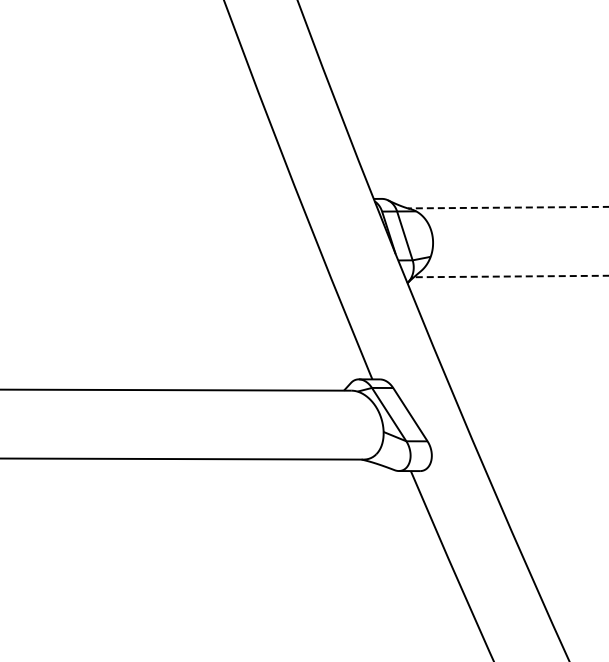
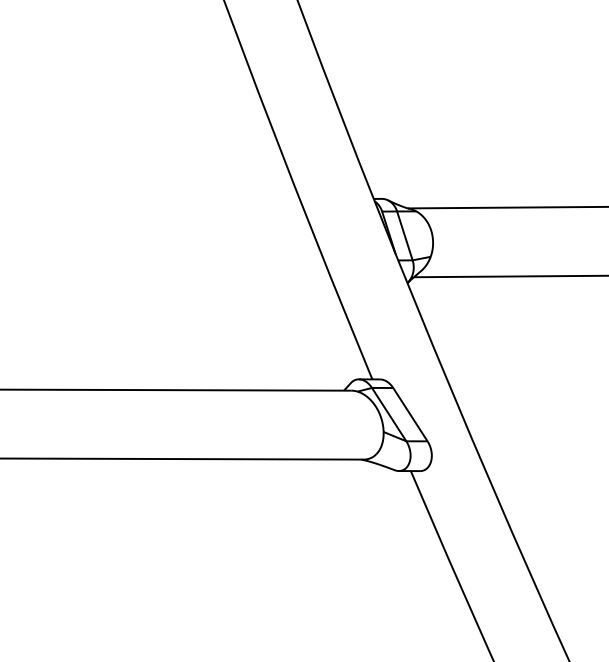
line at (507, 207): dashed -> solid
line at (510, 276): dashed -> solid
